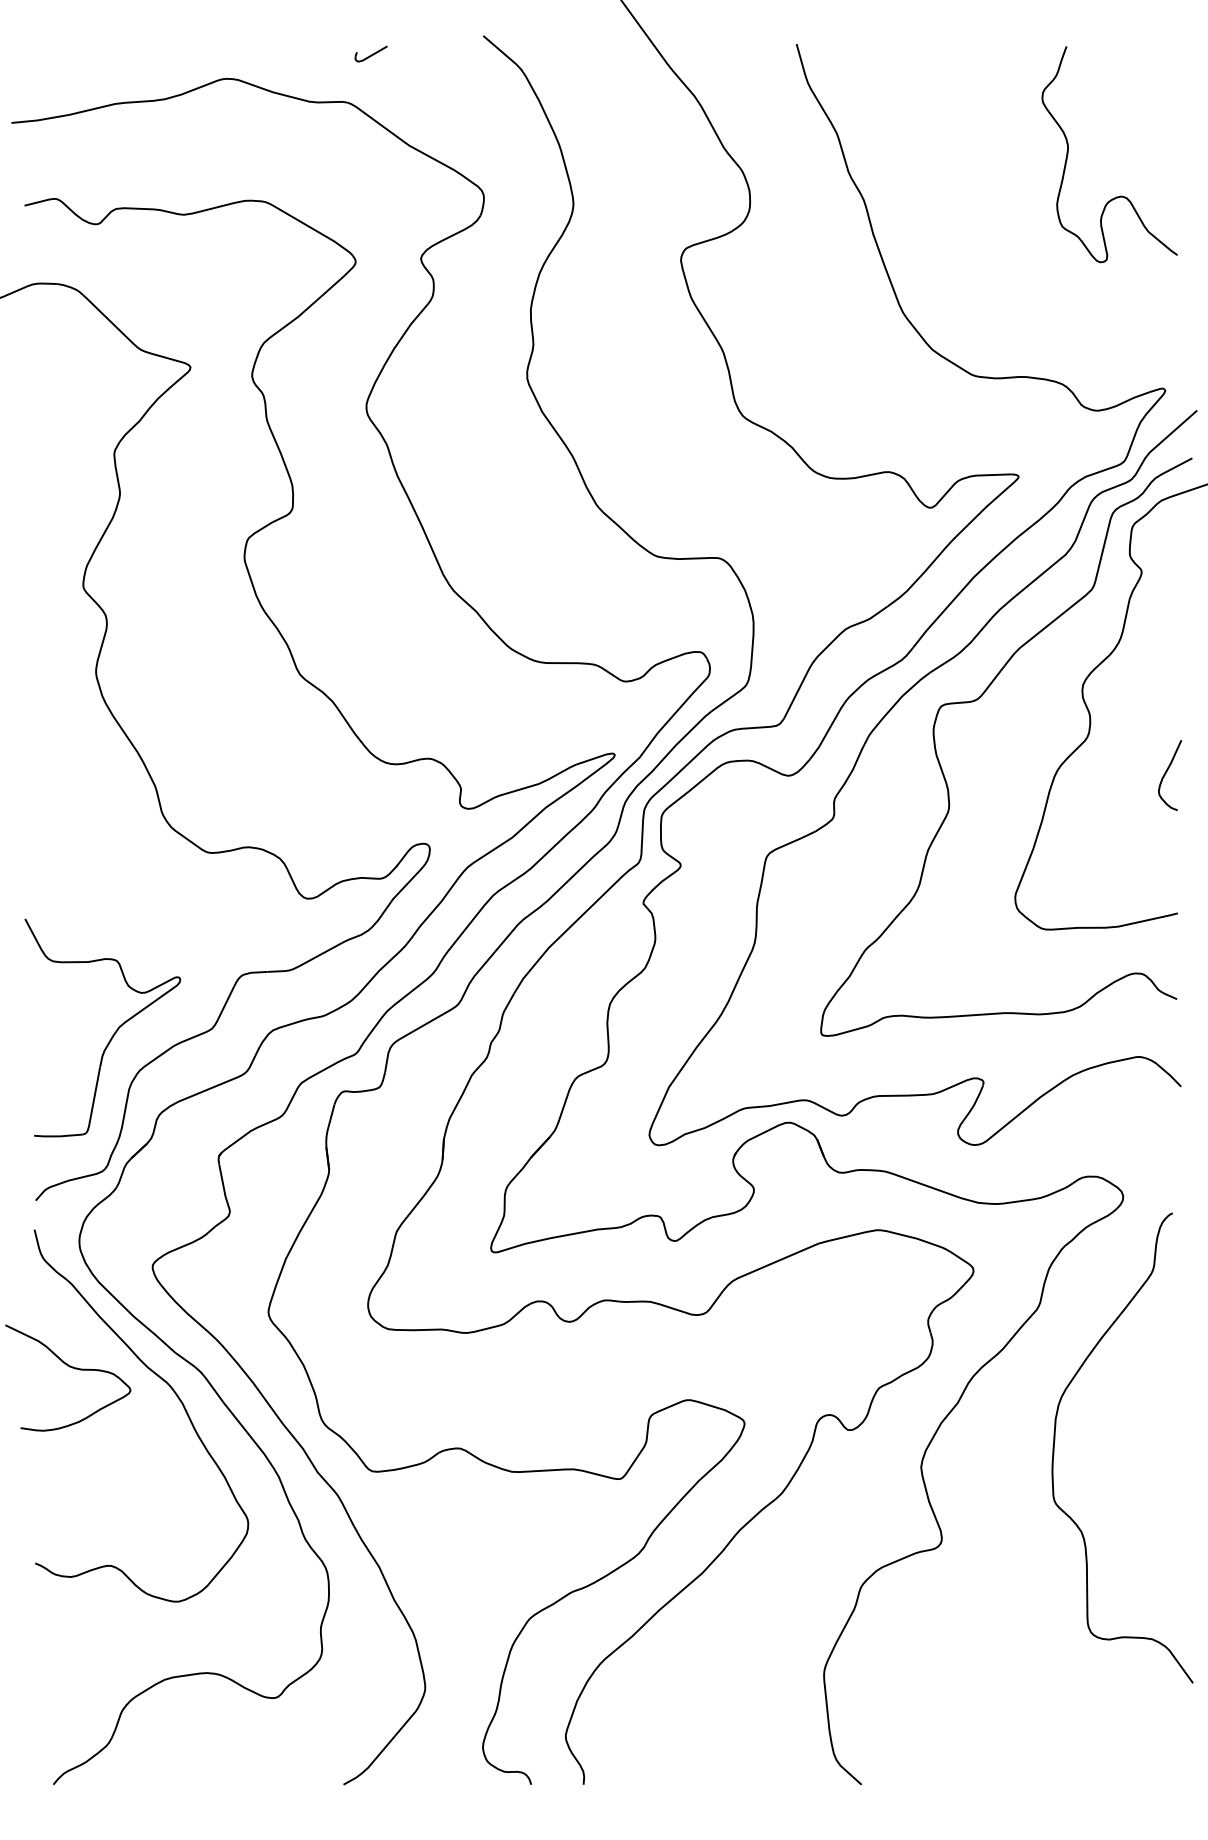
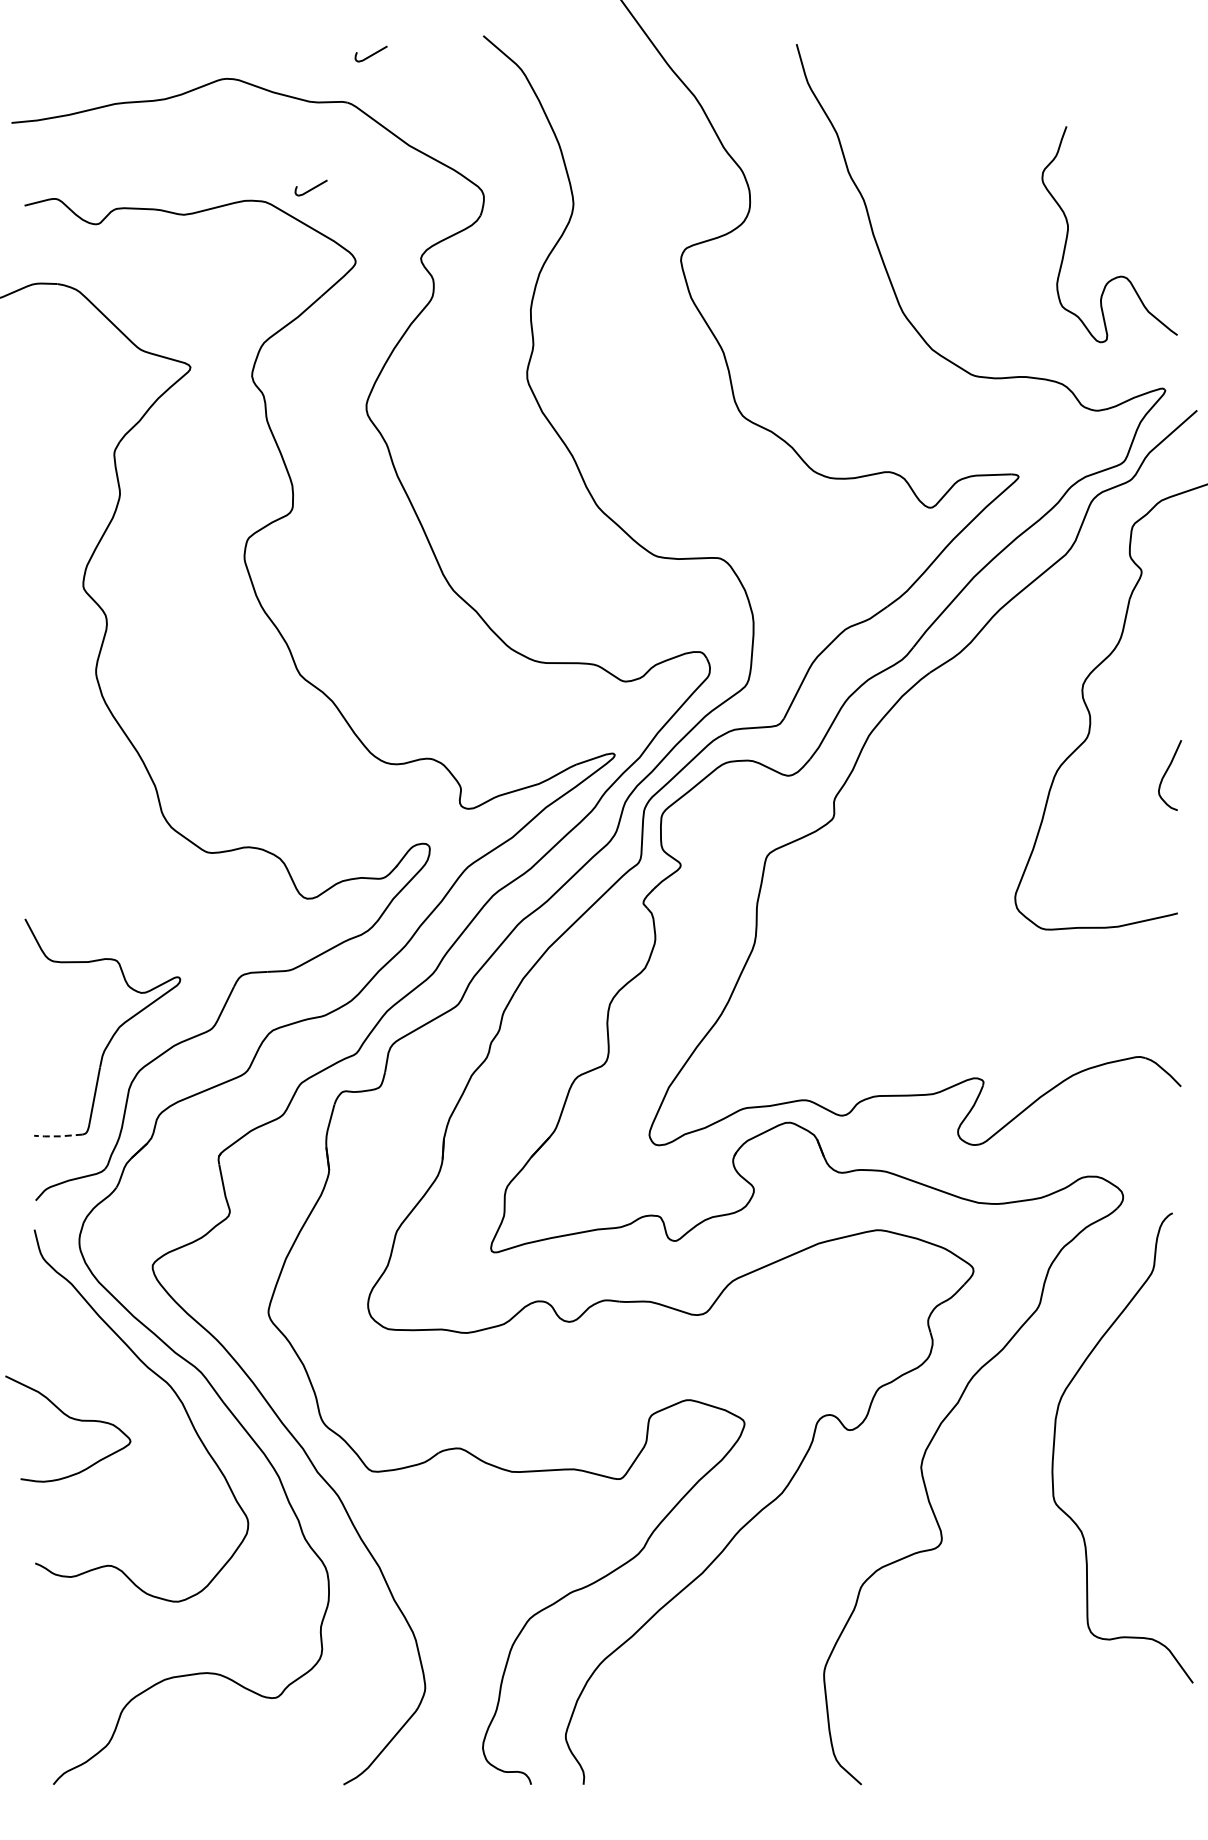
curve at (1068, 154) position: (1068, 154) -> (1068, 234)
curve at (311, 188): none -> present
part at (977, 700): present -> none
line at (57, 1136): solid -> dashed
curve at (72, 1368) position: (72, 1368) -> (72, 1419)
